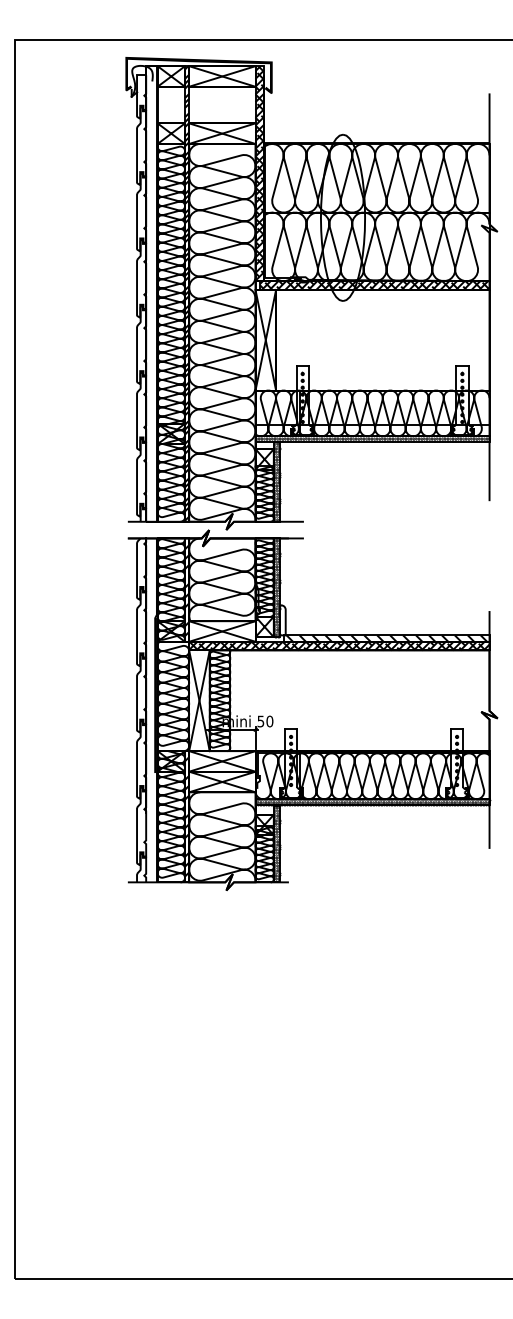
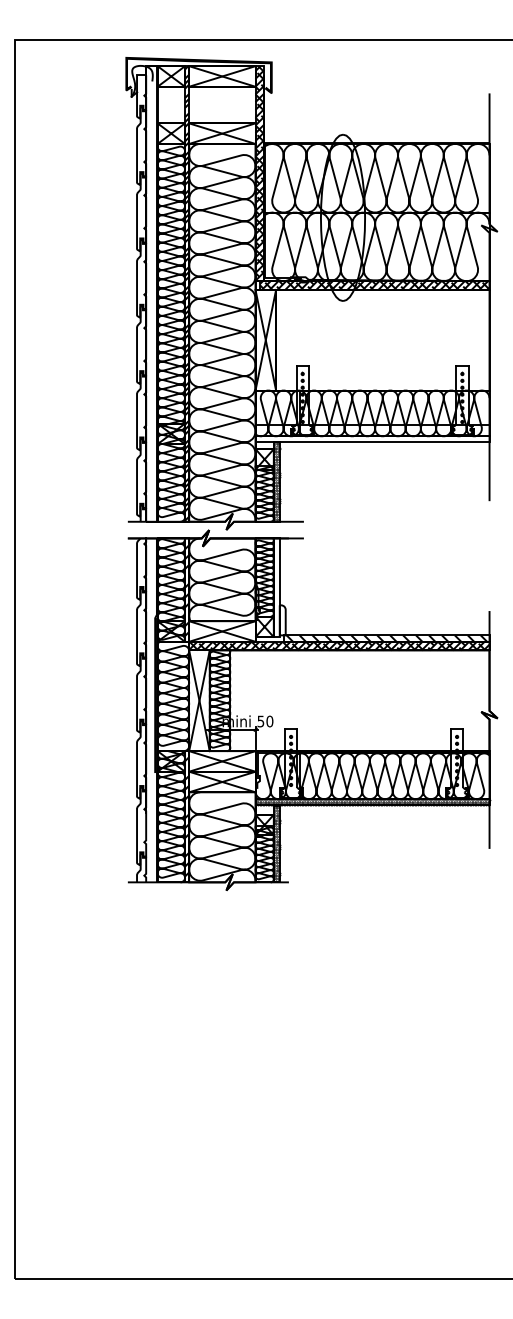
hatch at (371, 439): present -> none
hatch at (276, 587): present -> none
